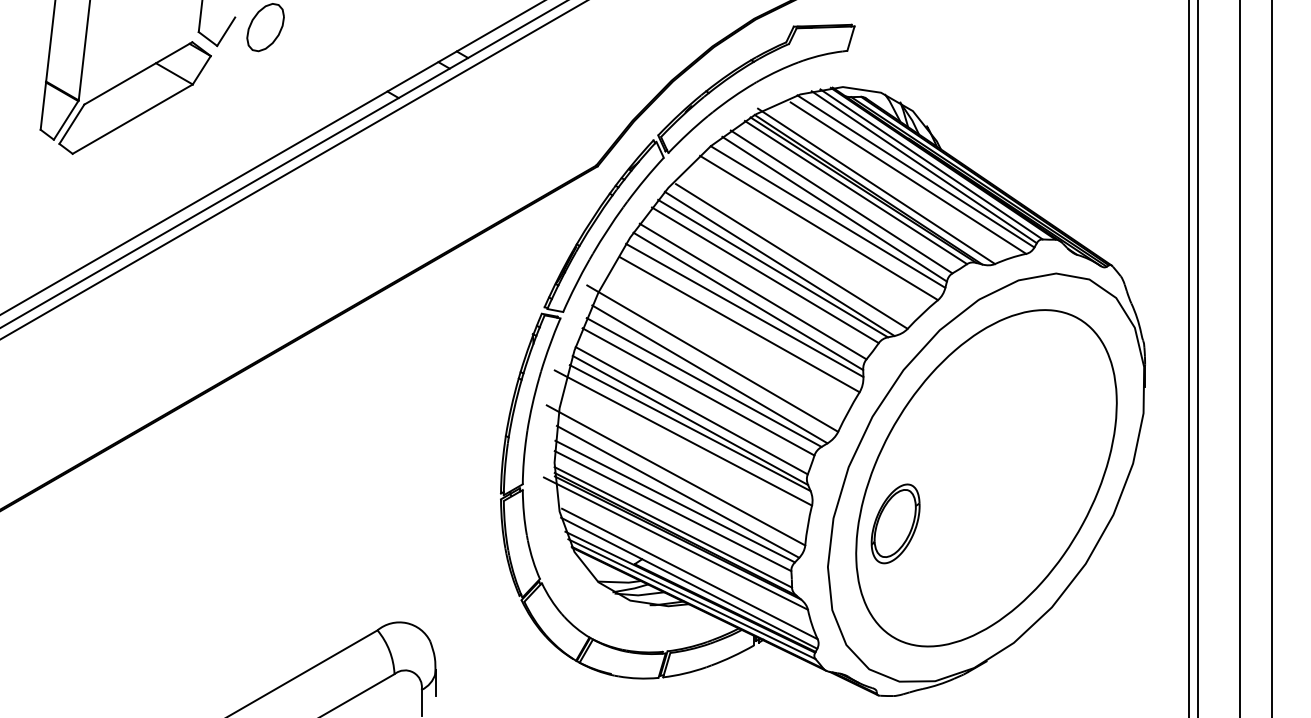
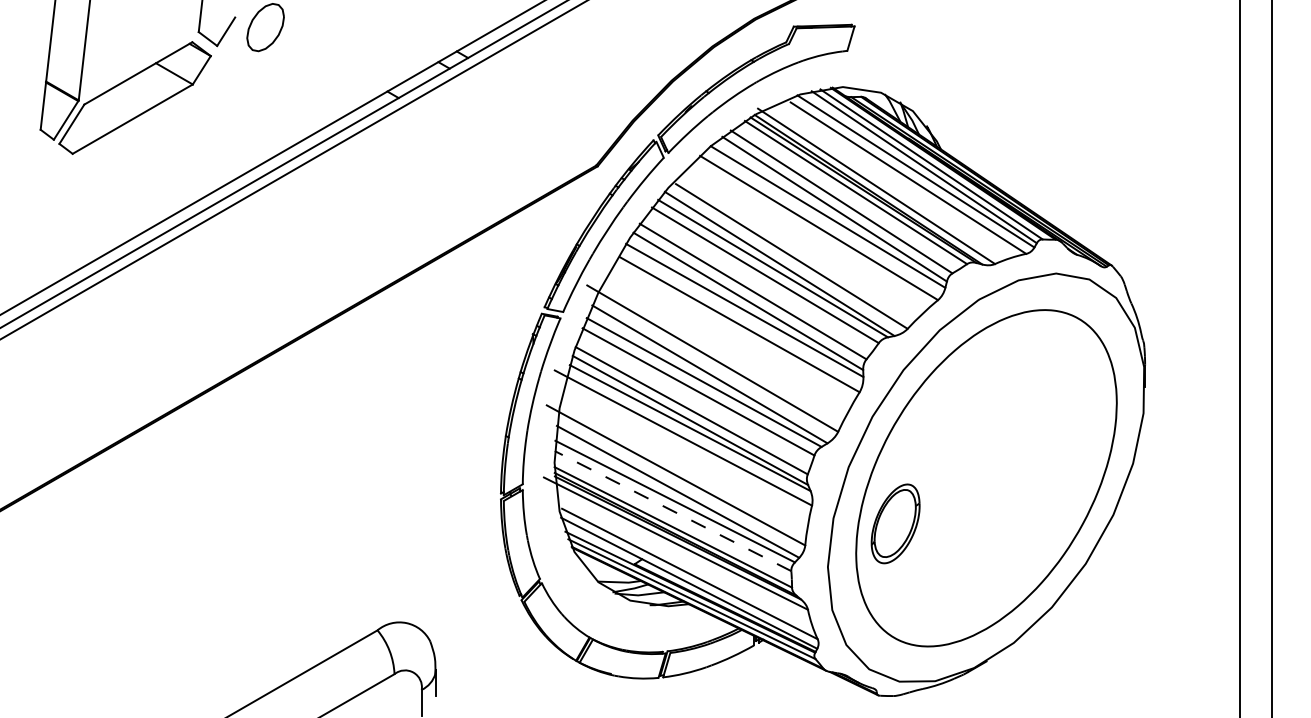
line at (1189, 358): present -> none
line at (1197, 358): present -> none
line at (673, 511): solid -> dashed
